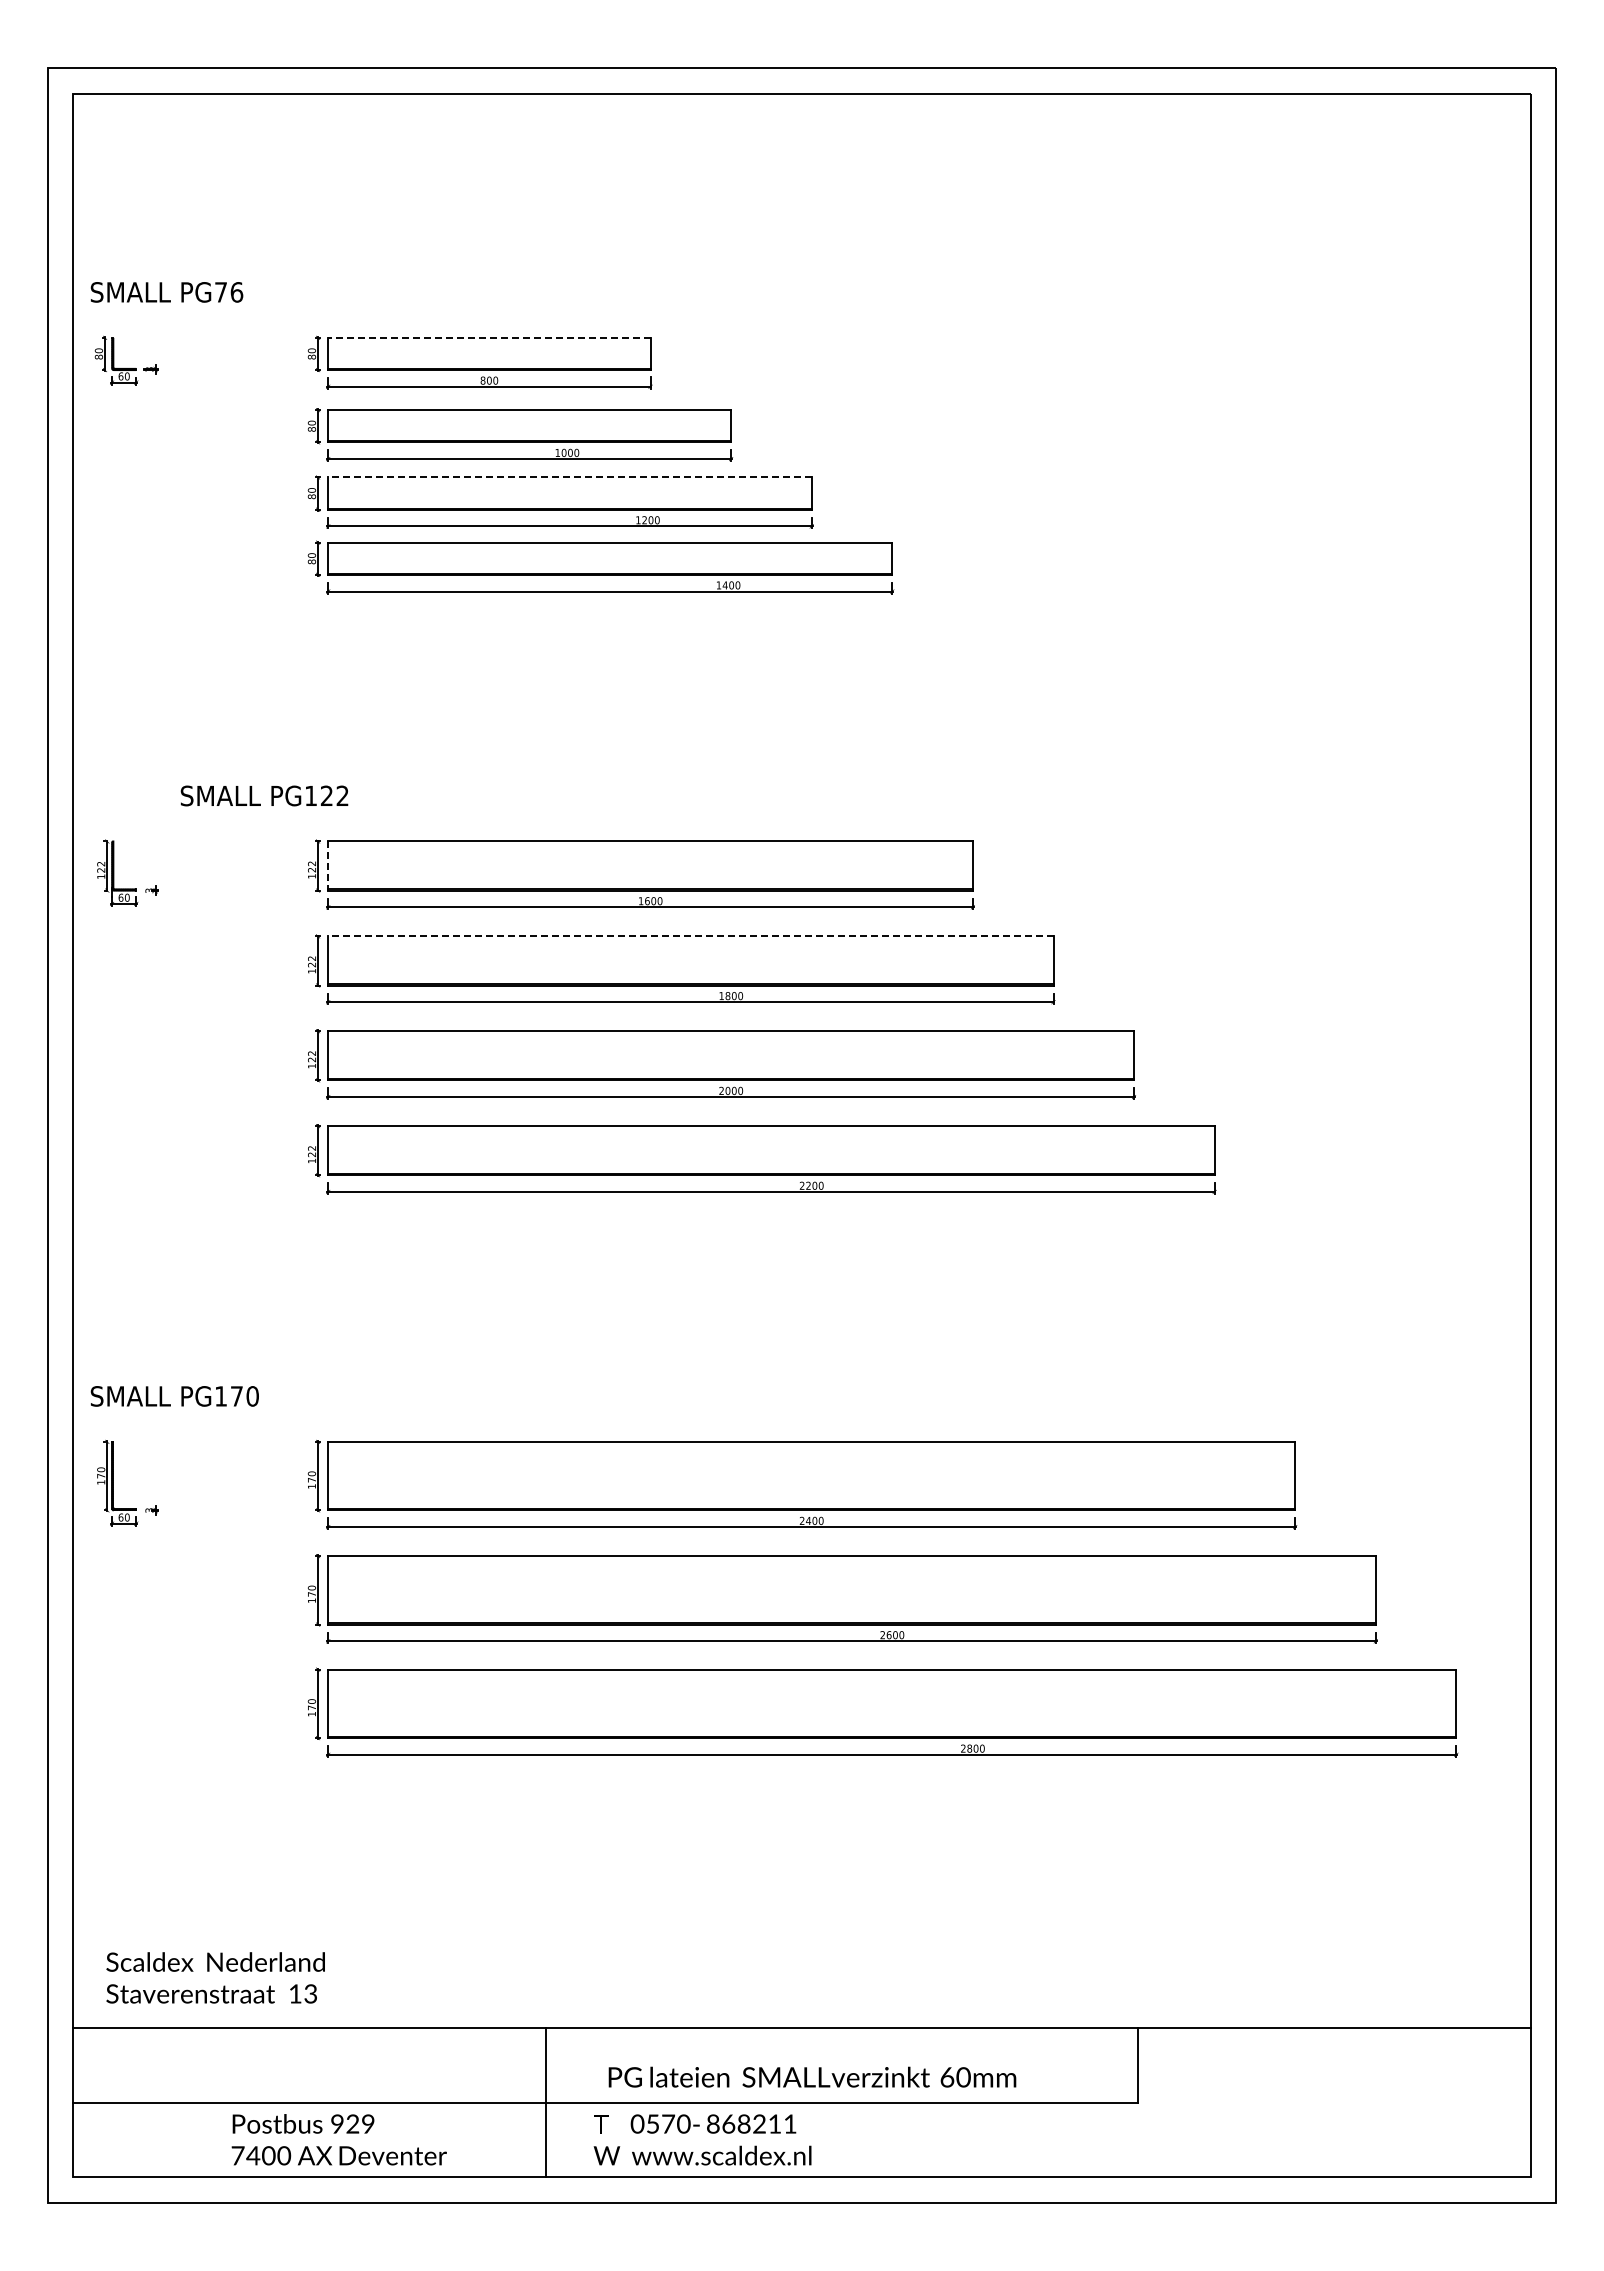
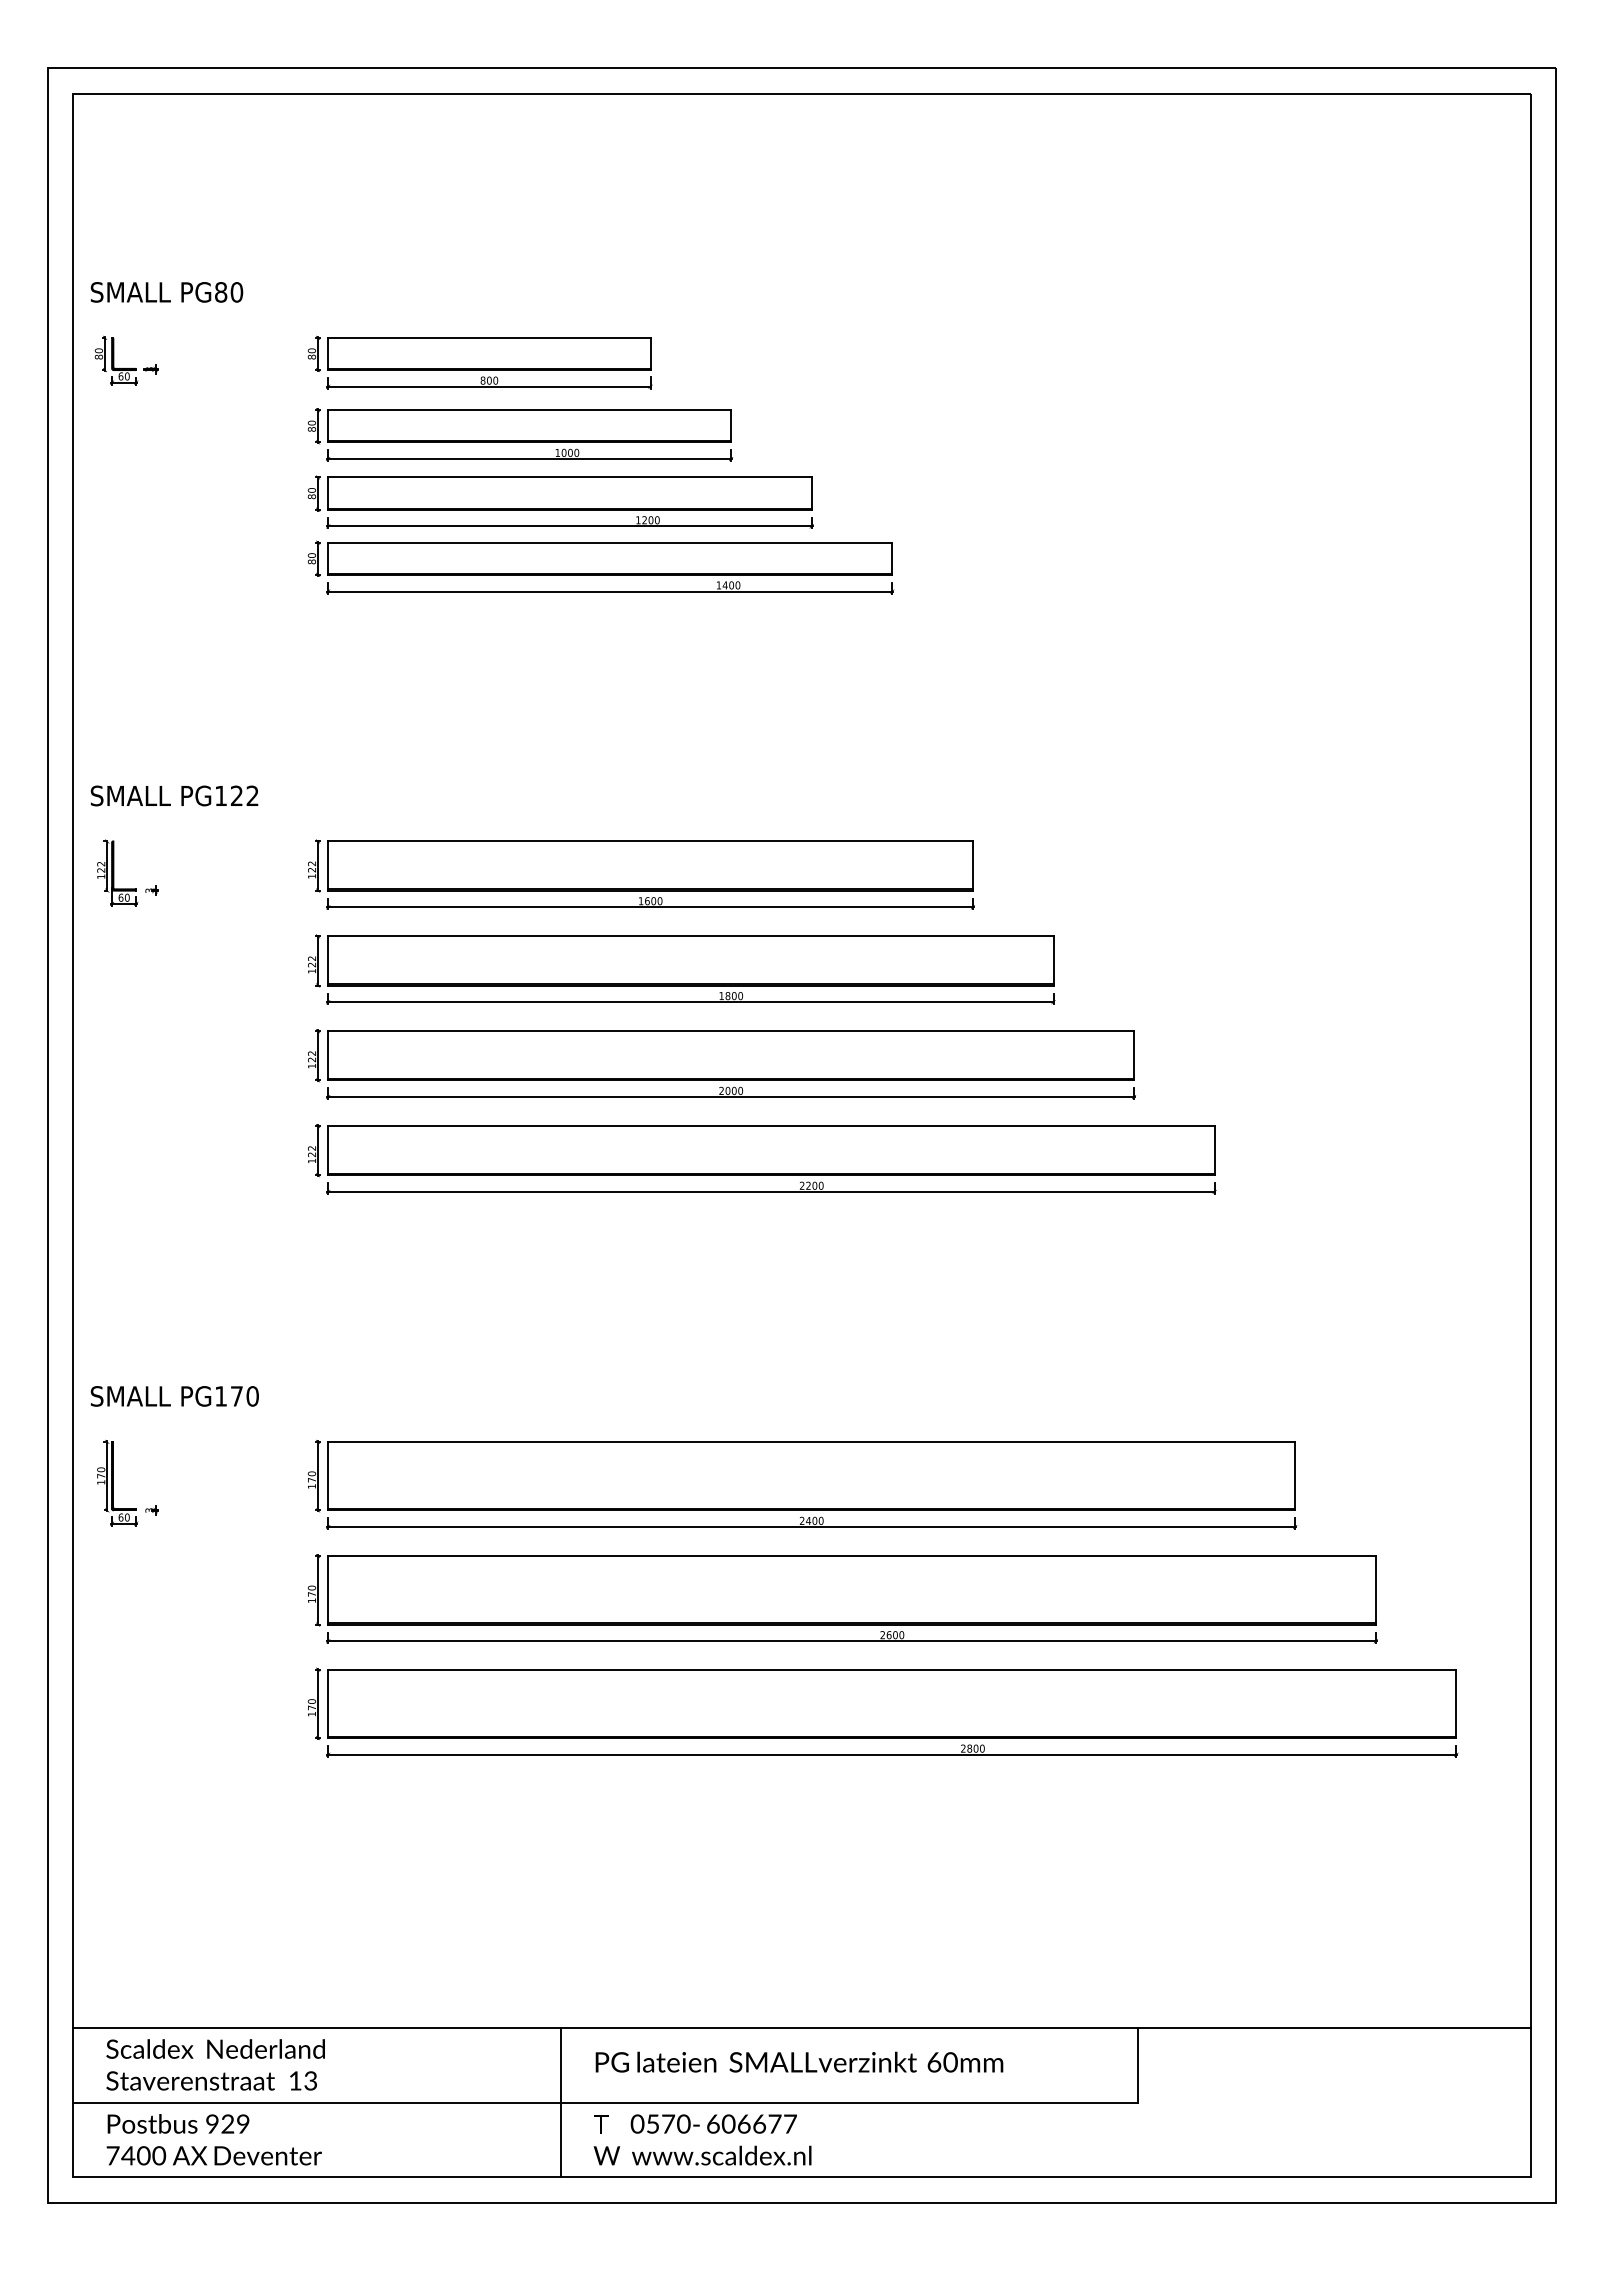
text at (229, 292): PG76 -> PG80
line at (488, 337): dashed -> solid
line at (570, 477): dashed -> solid
text at (264, 795) position: (264, 795) -> (174, 795)
line at (328, 866): dashed -> solid
line at (690, 936): dashed -> solid
text at (215, 1977) position: (215, 1977) -> (215, 2064)
text at (812, 2076) position: (812, 2076) -> (799, 2061)
line at (546, 2102) position: (546, 2102) -> (561, 2102)
text at (751, 2123): 868211 -> 606677
text at (338, 2139) position: (338, 2139) -> (213, 2139)
